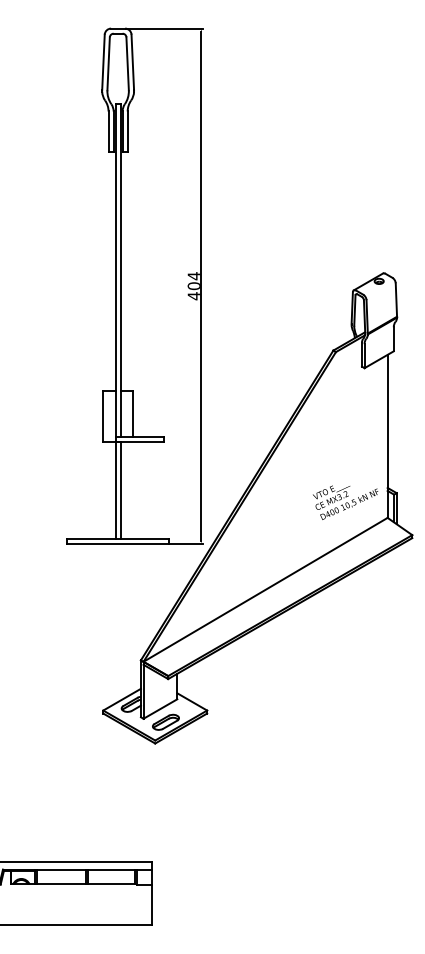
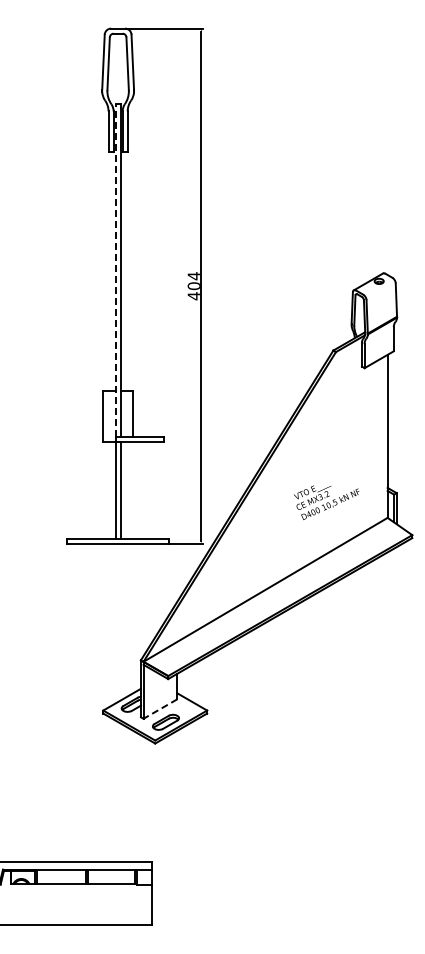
line at (115, 269): solid -> dashed
text at (345, 502) position: (345, 502) -> (326, 502)
line at (160, 709): solid -> dashed
